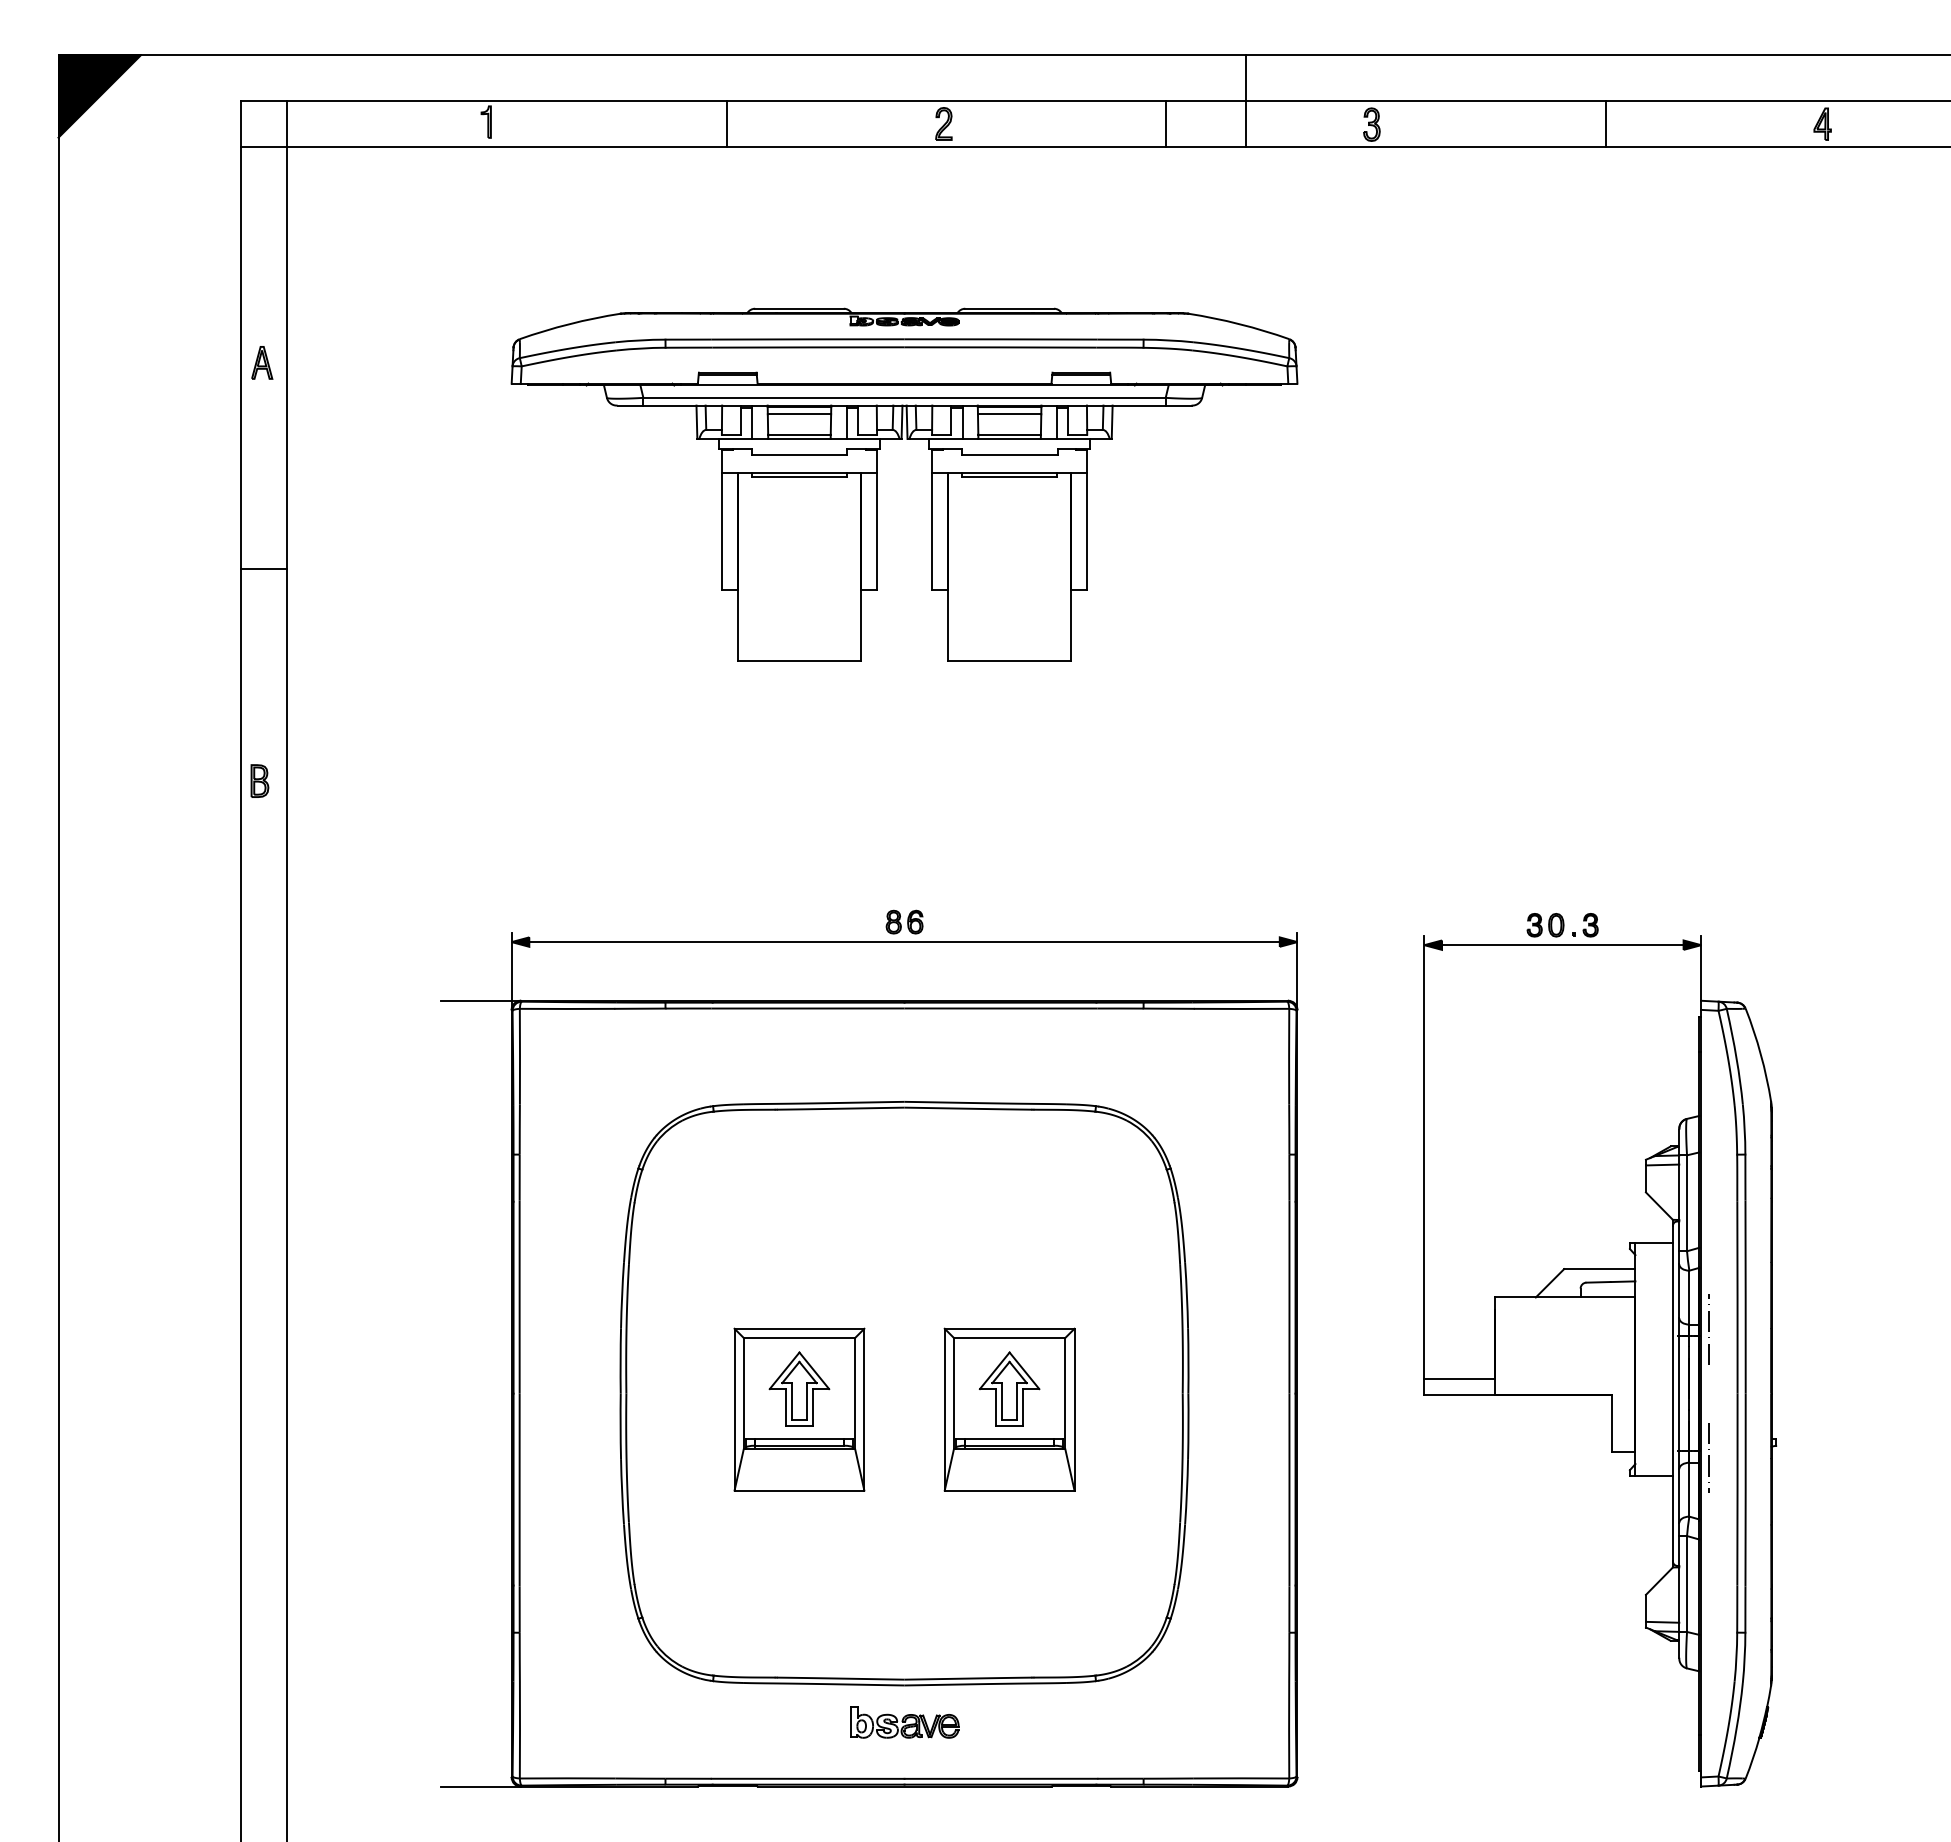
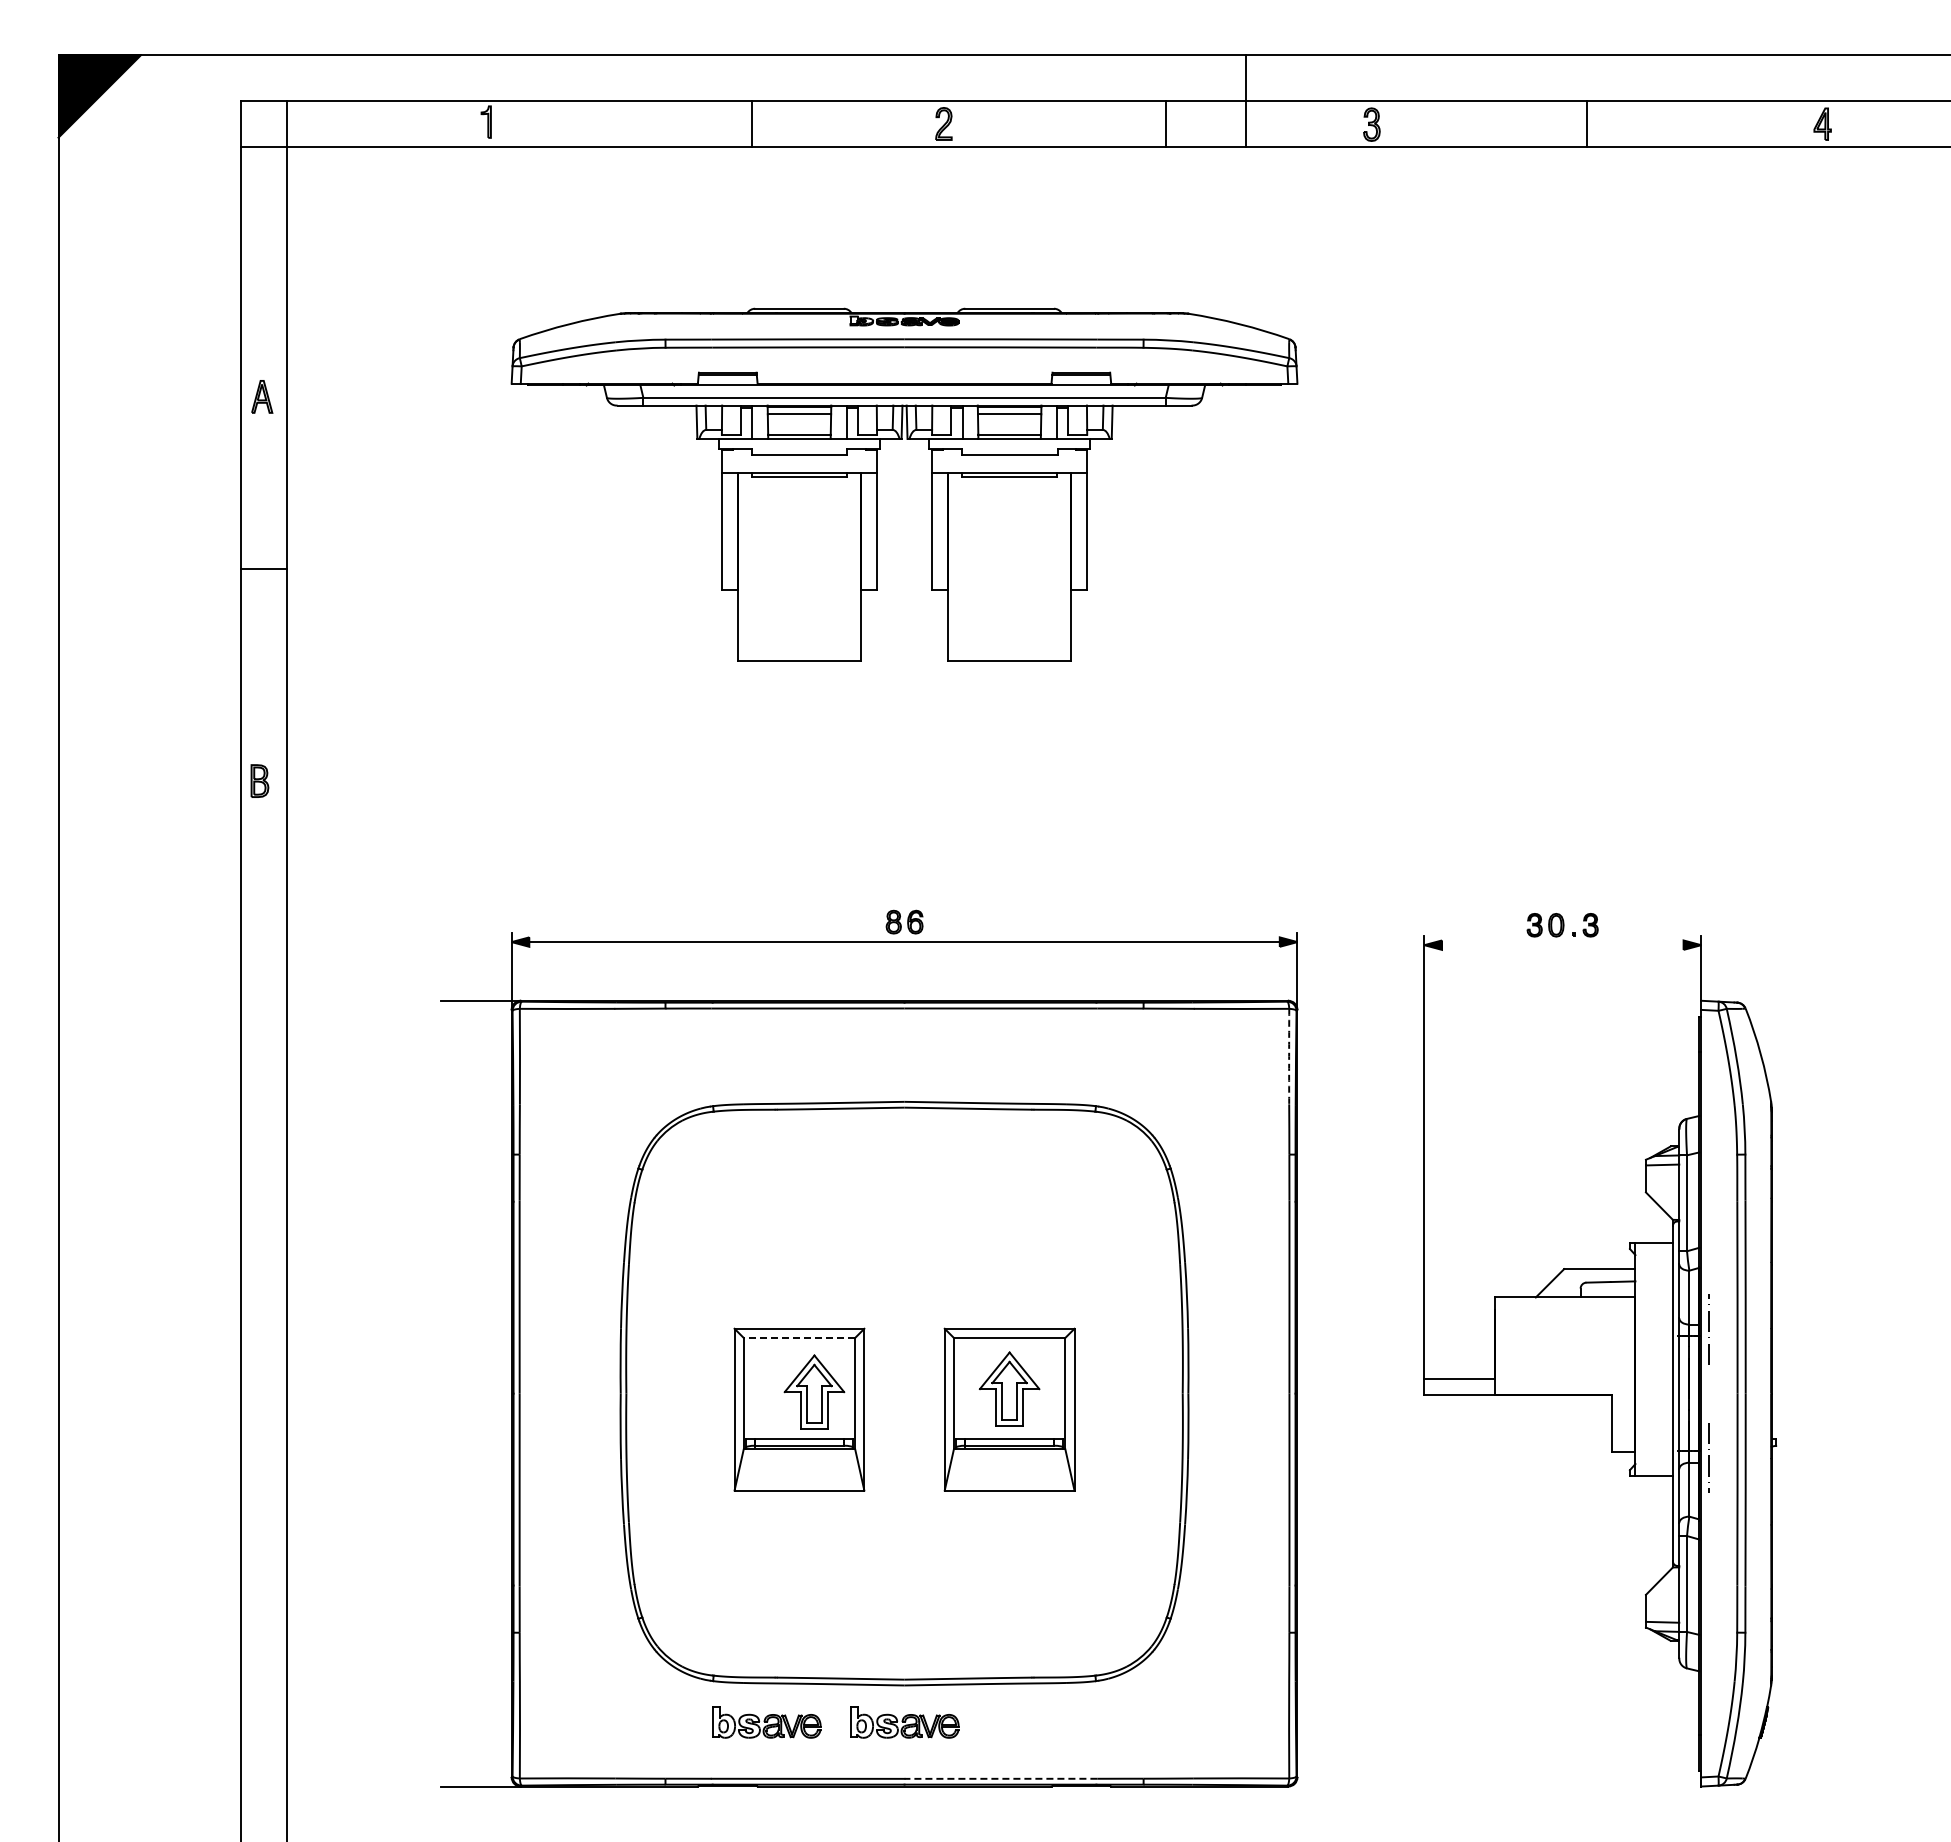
line at (726, 123) position: (726, 123) -> (751, 123)
line at (1606, 123) position: (1606, 123) -> (1587, 123)
part at (262, 362) position: (262, 362) -> (262, 396)
line at (1562, 945): present -> none
arc at (1289, 1056): solid -> dashed
line at (799, 1337): solid -> dashed
part at (799, 1388) position: (799, 1388) -> (814, 1391)
part at (766, 1722): none -> present
line at (1000, 1778): solid -> dashed
